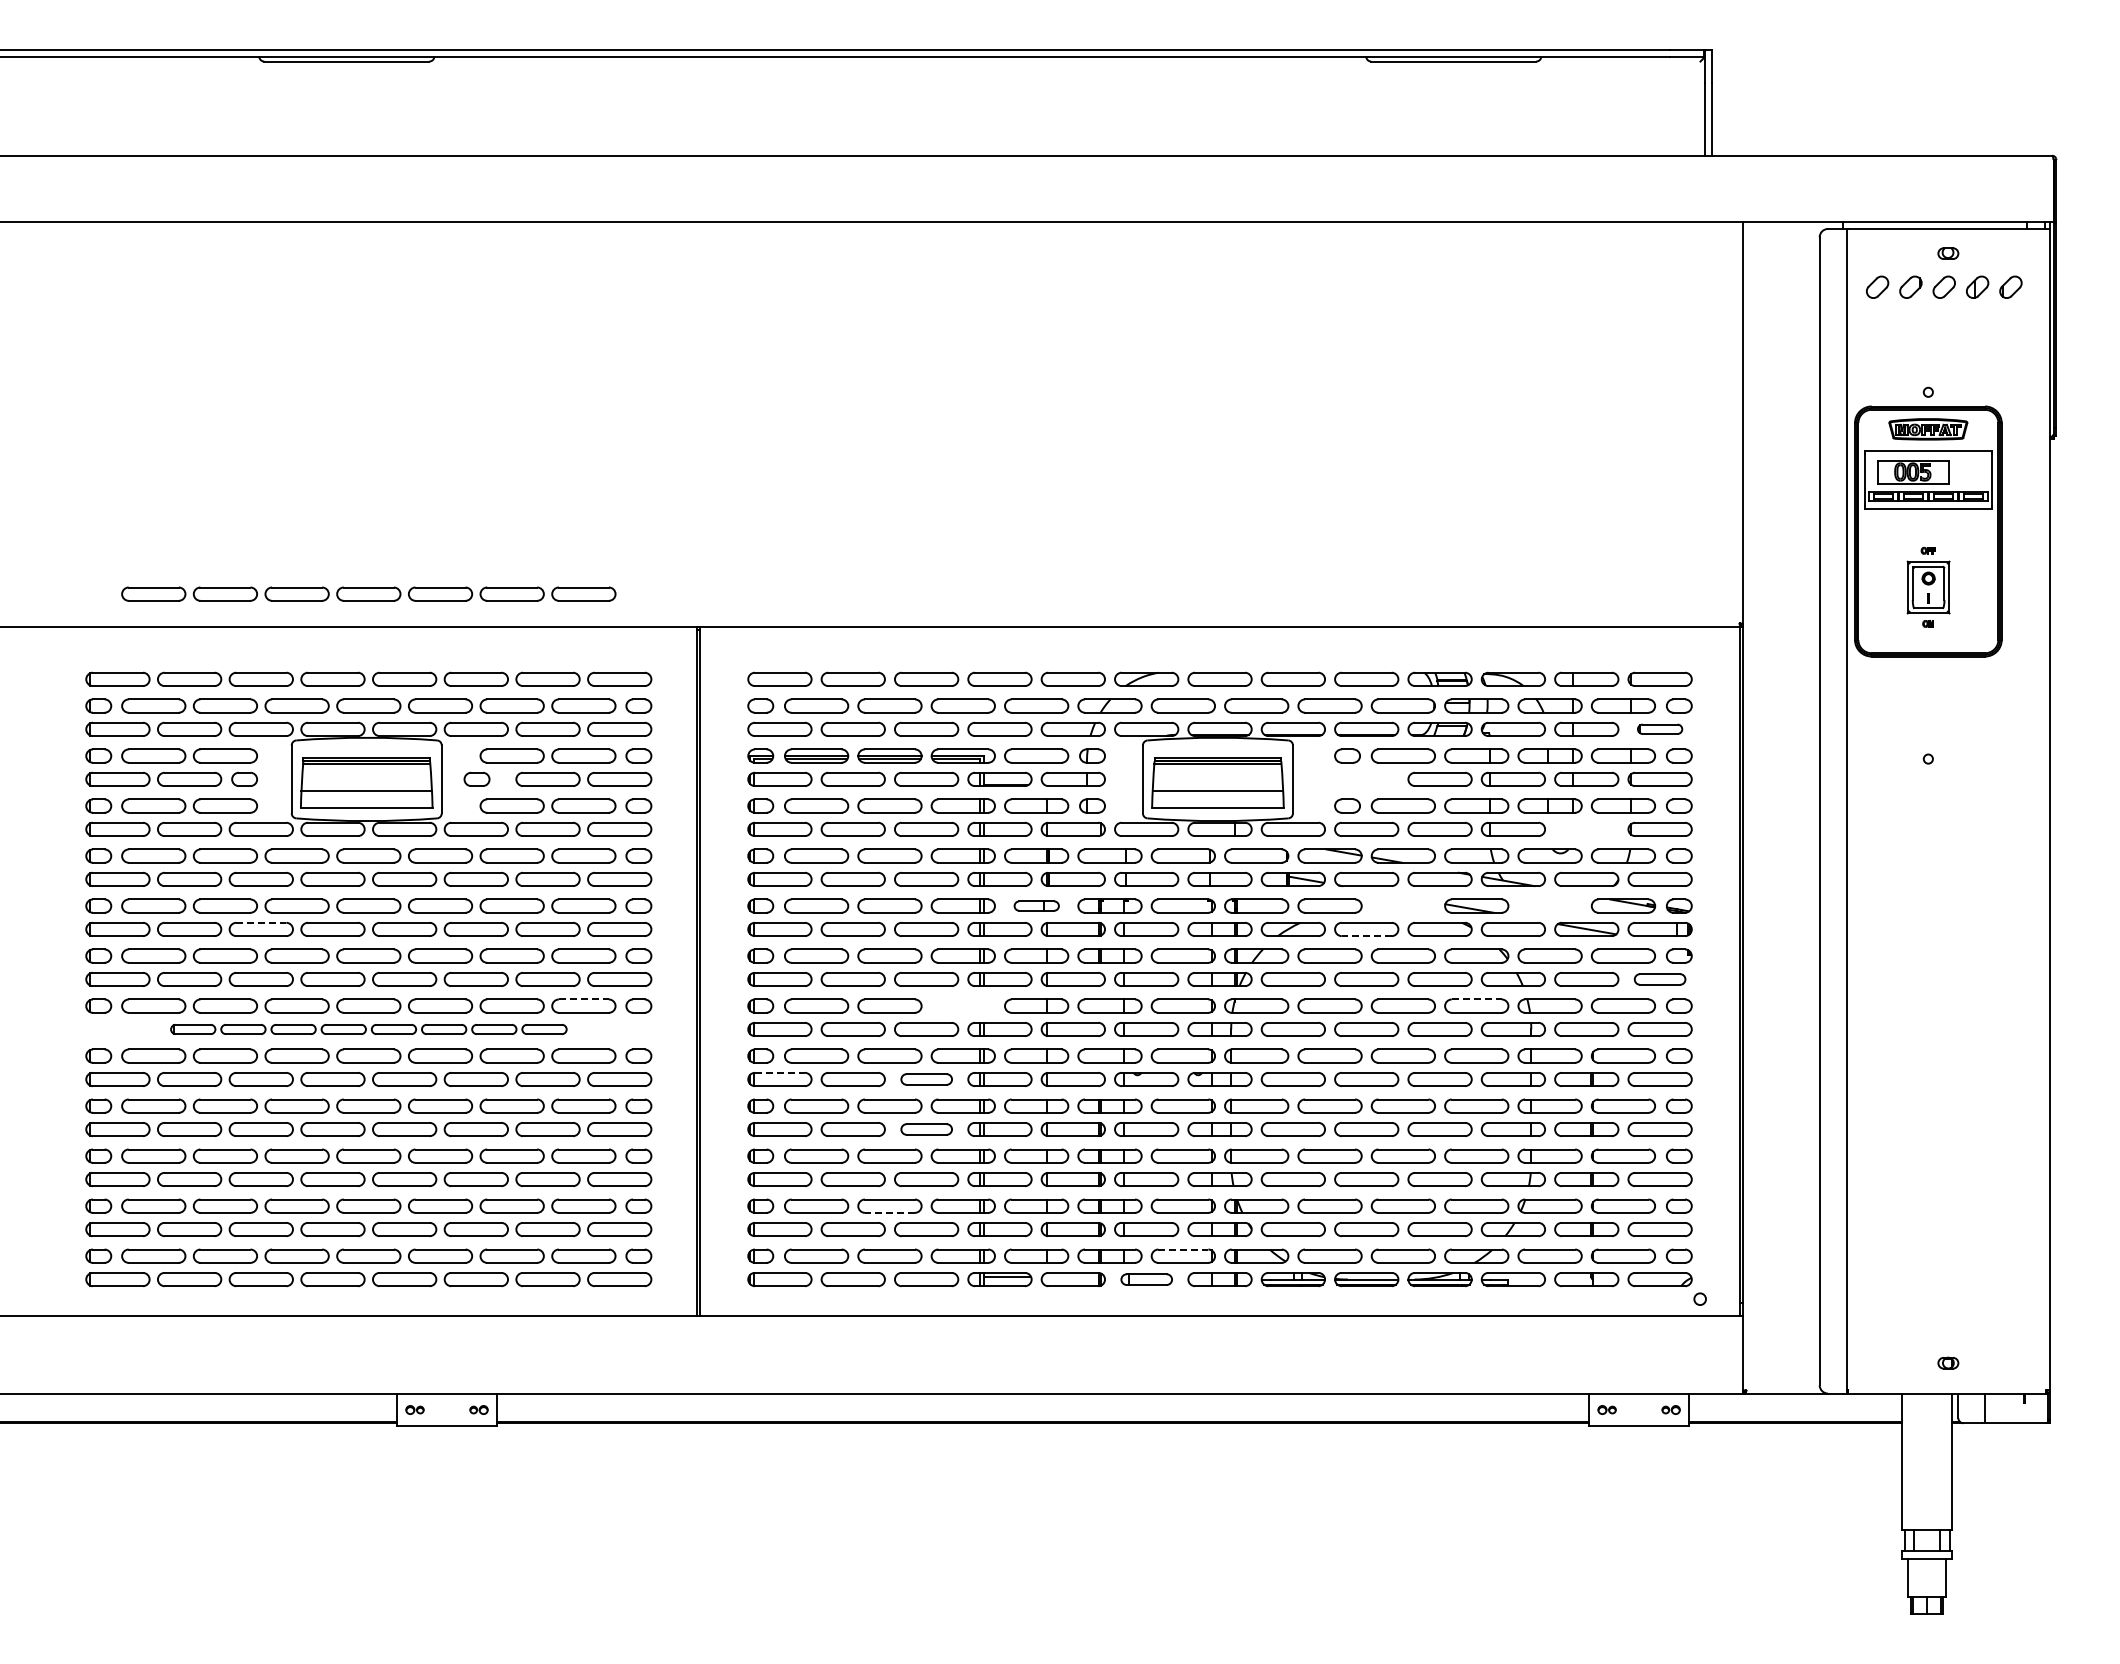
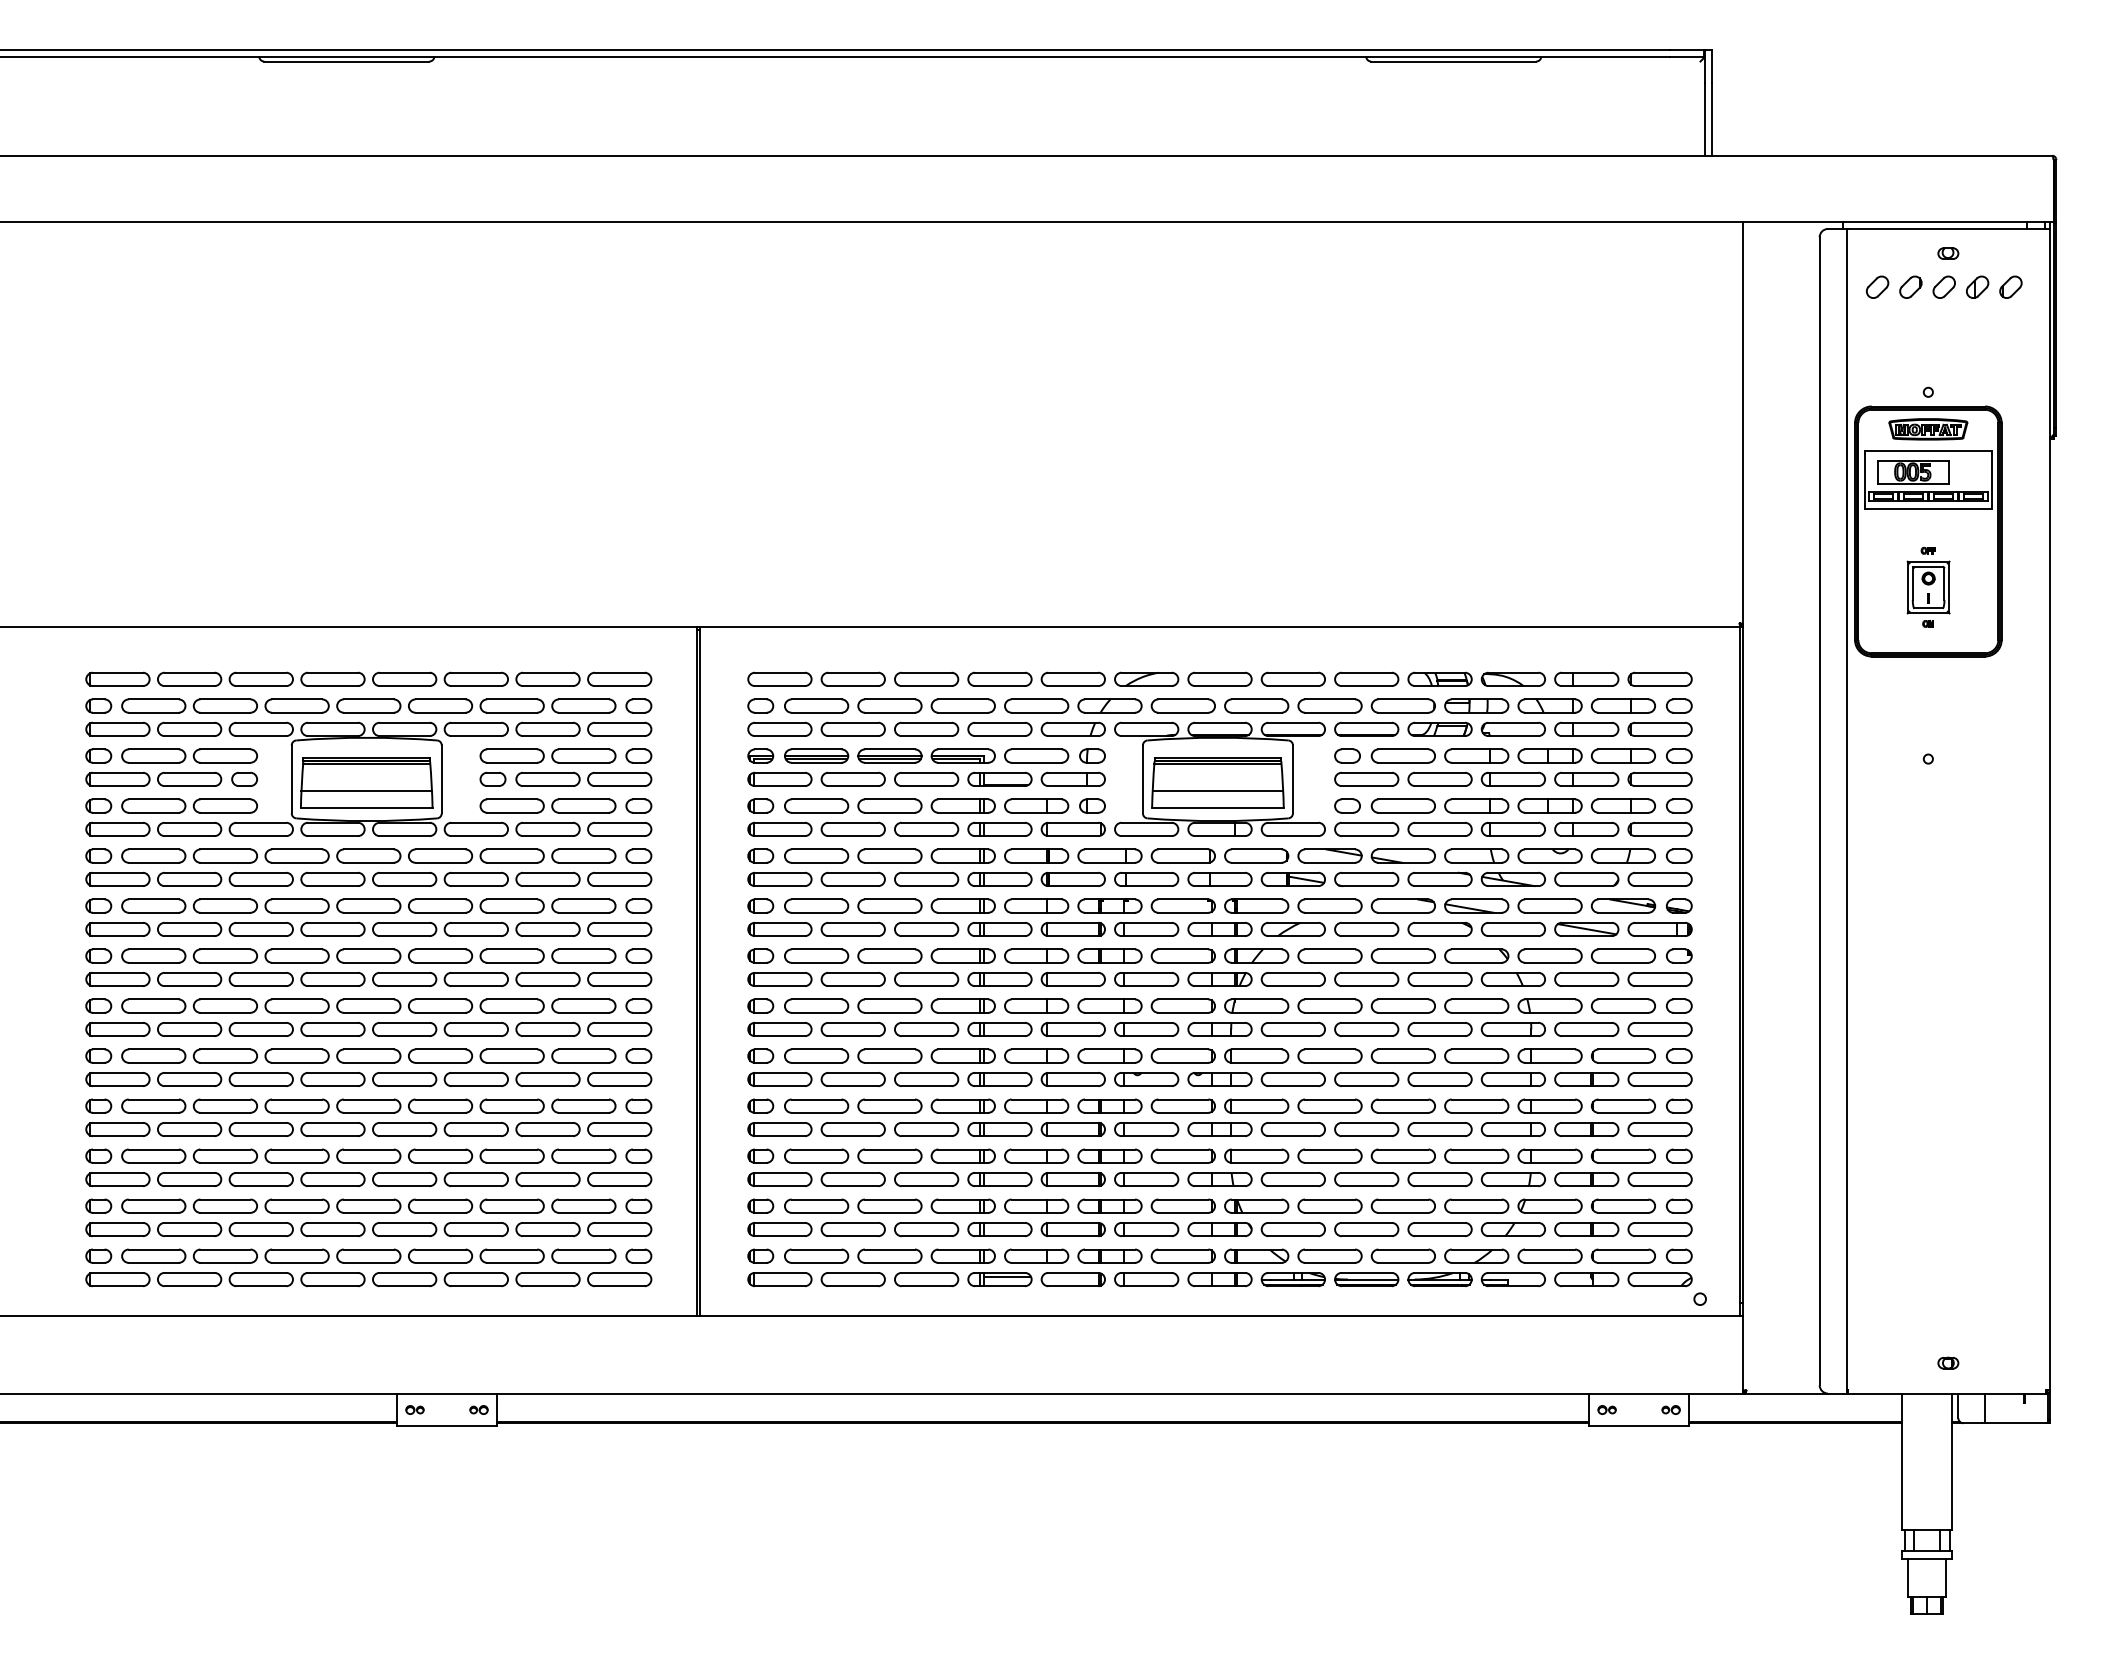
part at (368, 593): present -> none
part at (1660, 728) size: 47x12 px -> 66x16 px
part at (476, 778) position: (476, 778) -> (492, 778)
part at (1366, 778): none -> present
part at (1586, 828): none -> present
part at (1036, 905) size: 47x12 px -> 66x16 px
part at (1402, 905): none -> present
part at (1549, 905): none -> present
line at (261, 922): dashed -> solid
line at (1366, 936): dashed -> solid
part at (1659, 979) size: 54x13 px -> 66x15 px
line at (584, 999): dashed -> solid
line at (1477, 999): dashed -> solid
part at (962, 1005): none -> present
part at (368, 1029) size: 398x11 px -> 568x15 px
line at (780, 1072): dashed -> solid
part at (926, 1079) size: 53x13 px -> 66x15 px
part at (926, 1129) size: 53x13 px -> 66x15 px
line at (889, 1212): dashed -> solid
line at (1183, 1249): dashed -> solid
part at (1146, 1279) size: 53x13 px -> 66x16 px
